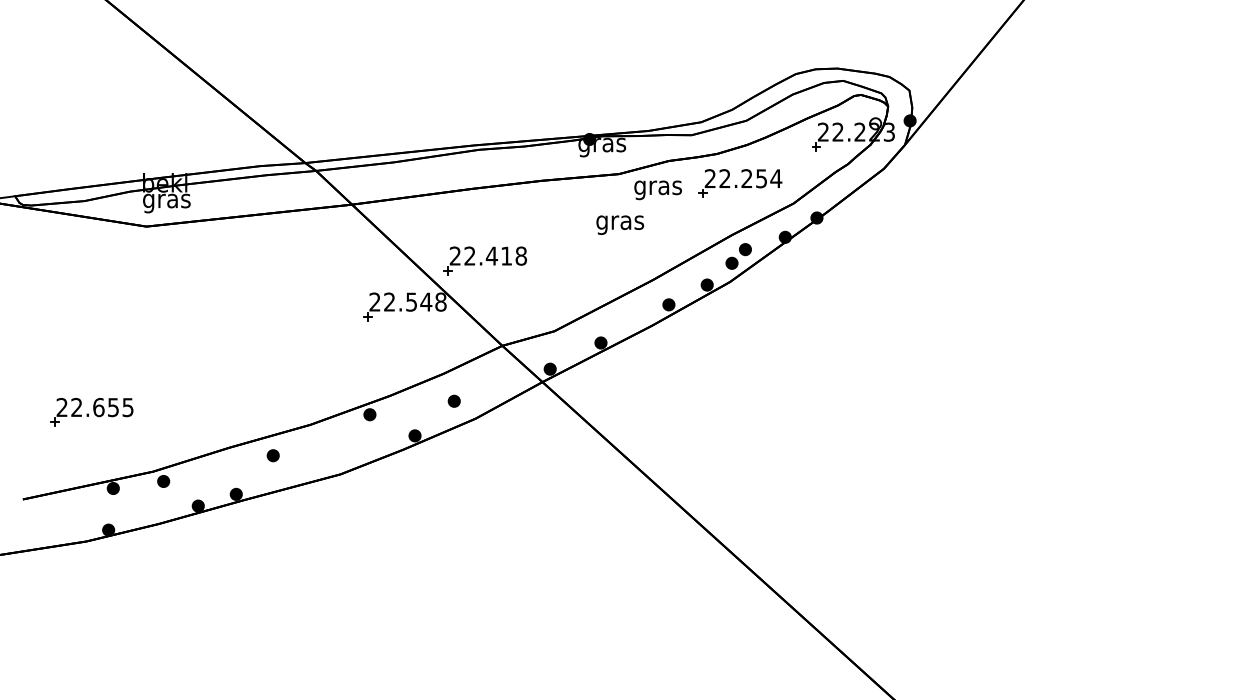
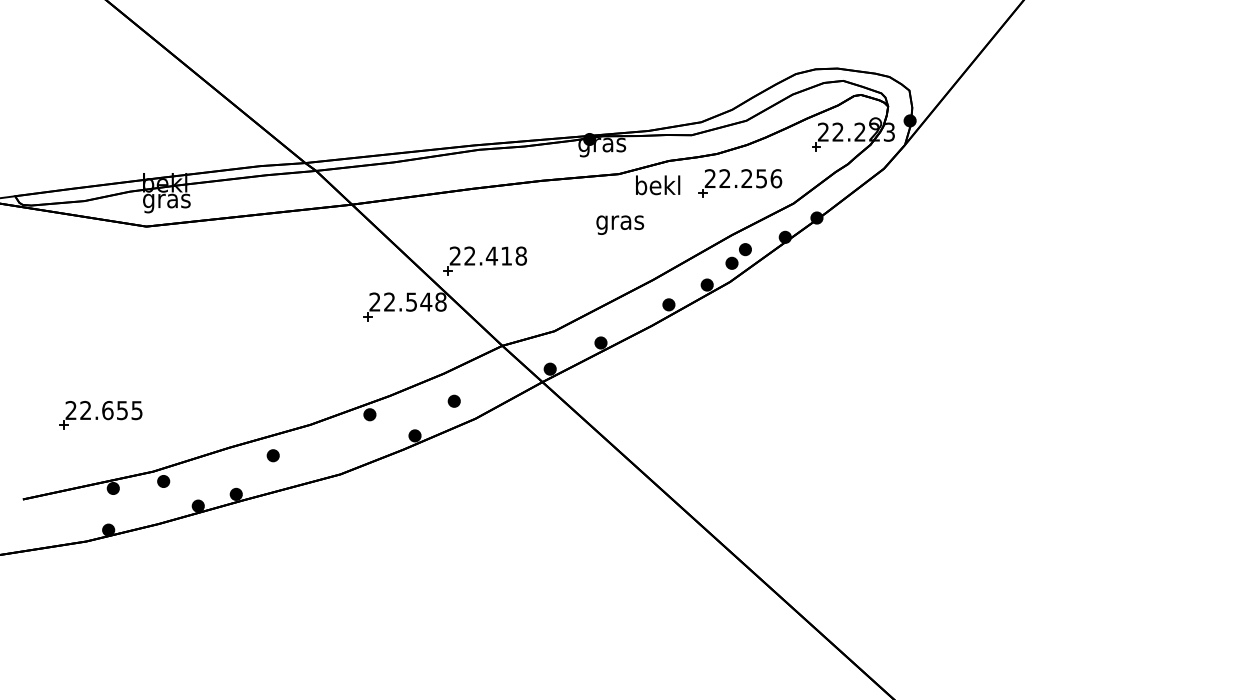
text at (776, 178): 22.254 -> 22.256
text at (657, 187): gras -> bekl
part at (91, 412) position: (91, 412) -> (100, 415)
